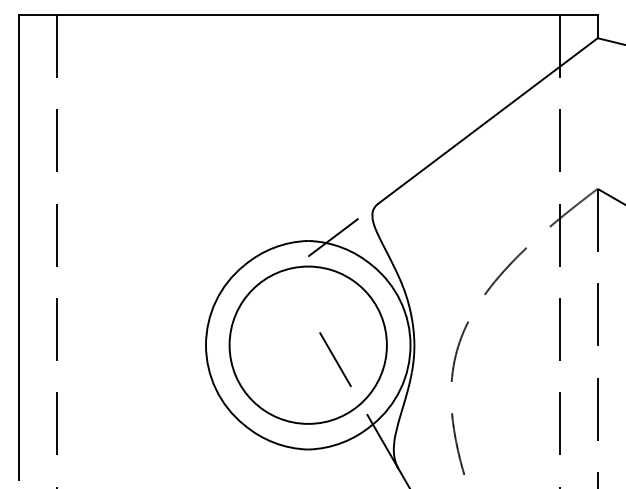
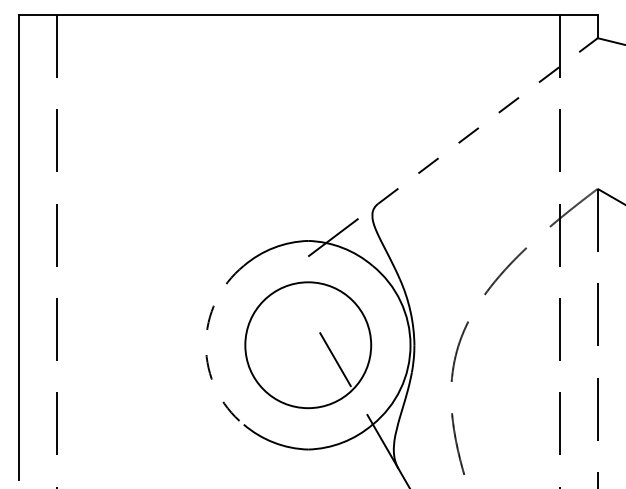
line at (488, 120): solid -> dashed
circle at (307, 344) diameter: 157 px -> 126 px
arc at (206, 345): solid -> dashed
